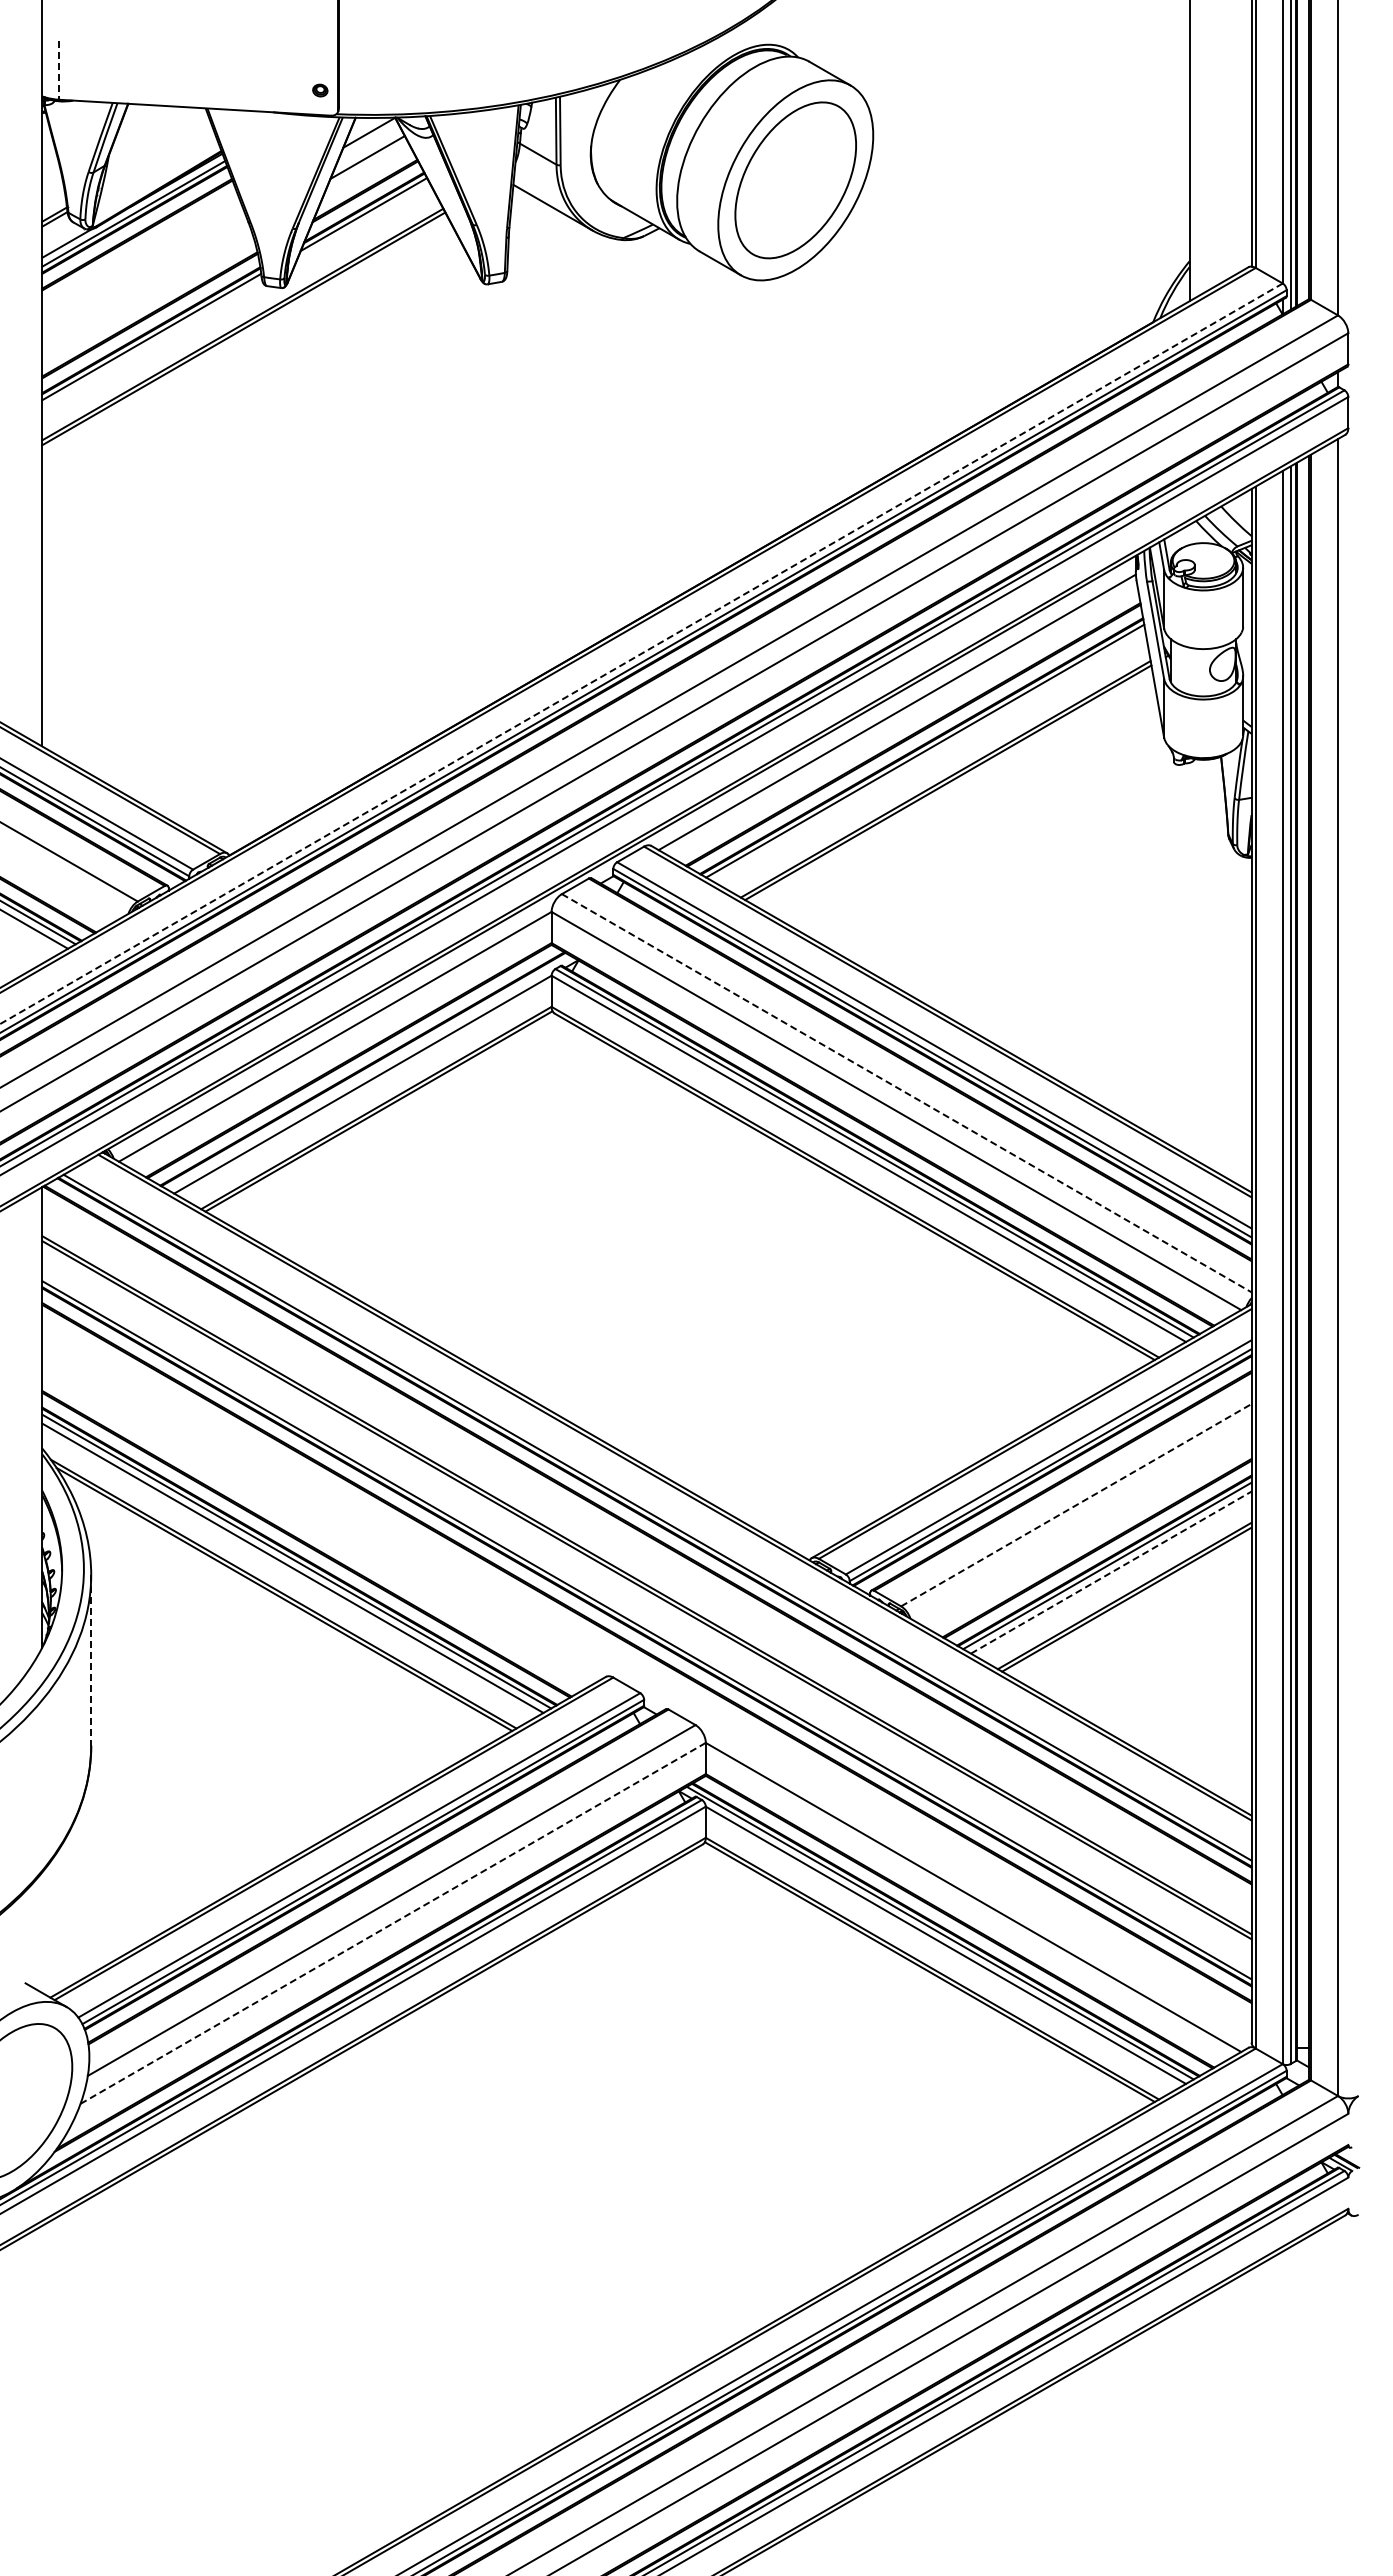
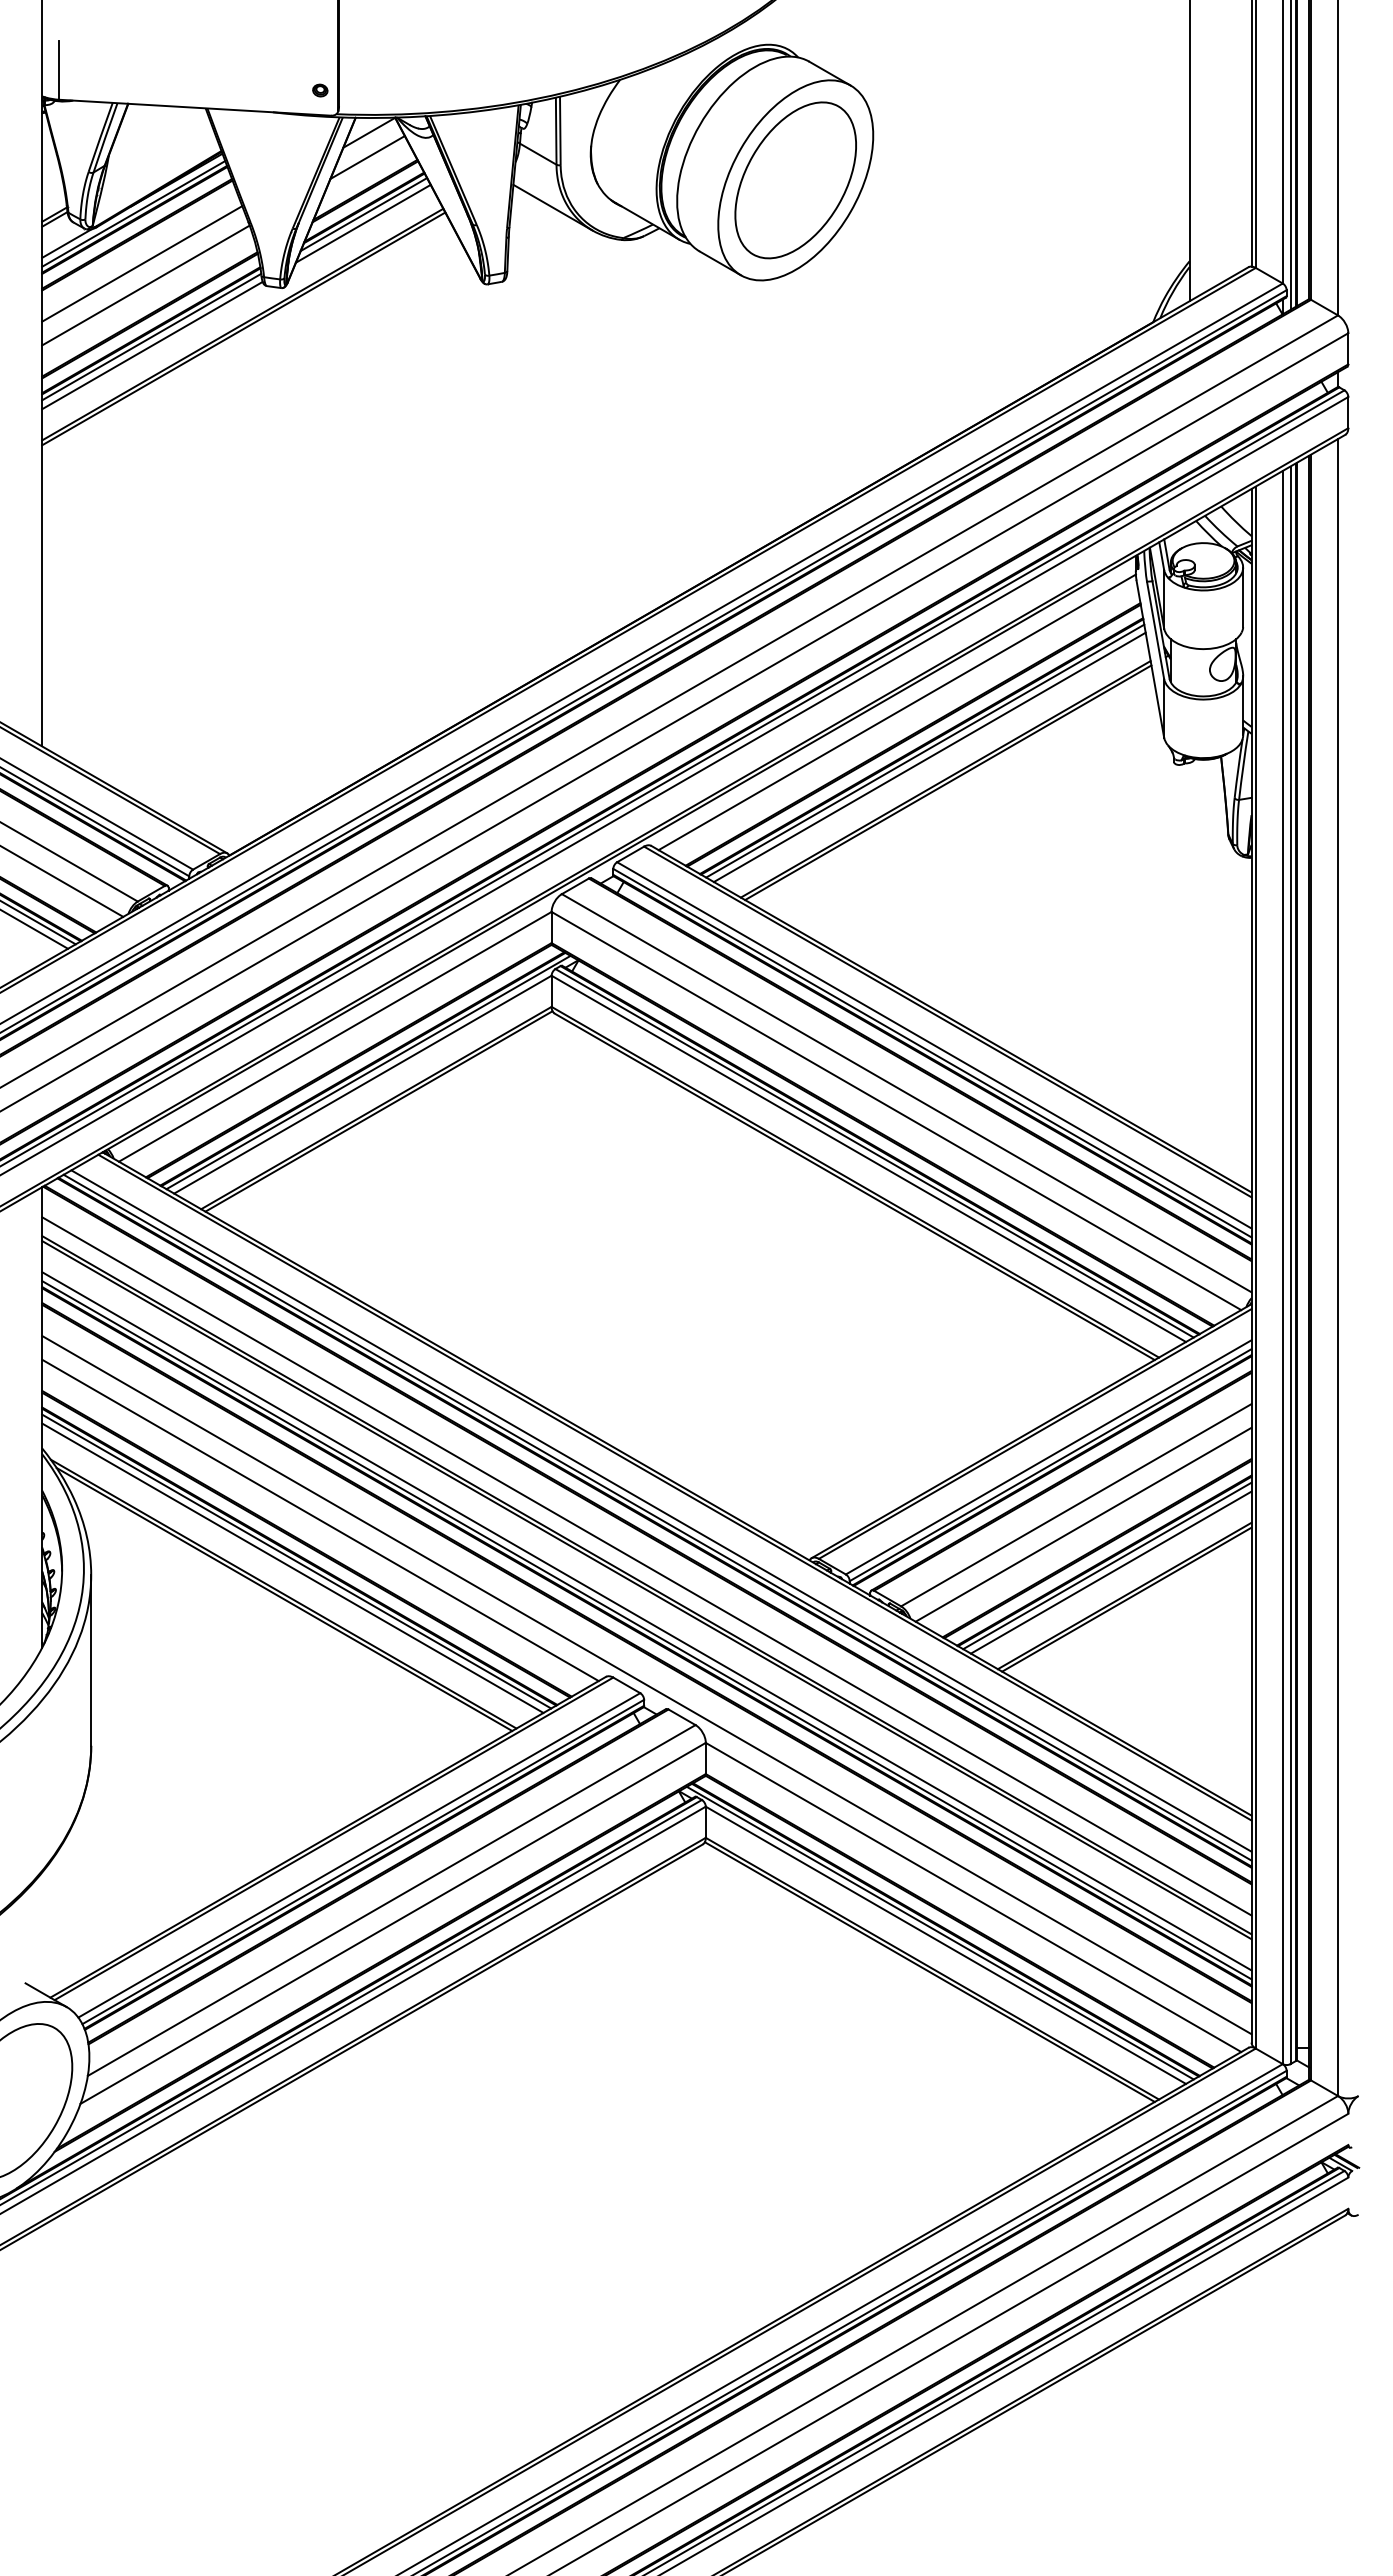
line at (59, 70): dashed -> solid
line at (363, 223): none -> present
line at (142, 263): none -> present
line at (145, 285): none -> present
line at (152, 345): none -> present
line at (641, 653): dashed -> solid
line at (929, 757): none -> present
line at (62, 881): none -> present
line at (368, 1072): none -> present
line at (907, 1093): dashed -> solid
line at (1076, 1504): dashed -> solid
line at (661, 1510): none -> present
line at (320, 1520): none -> present
line at (1083, 1524): none -> present
line at (646, 1566): none -> present
line at (1111, 1572): dashed -> solid
line at (646, 1621): none -> present
line at (91, 1661): dashed -> solid
line at (646, 1684): none -> present
line at (393, 1923): dashed -> solid
